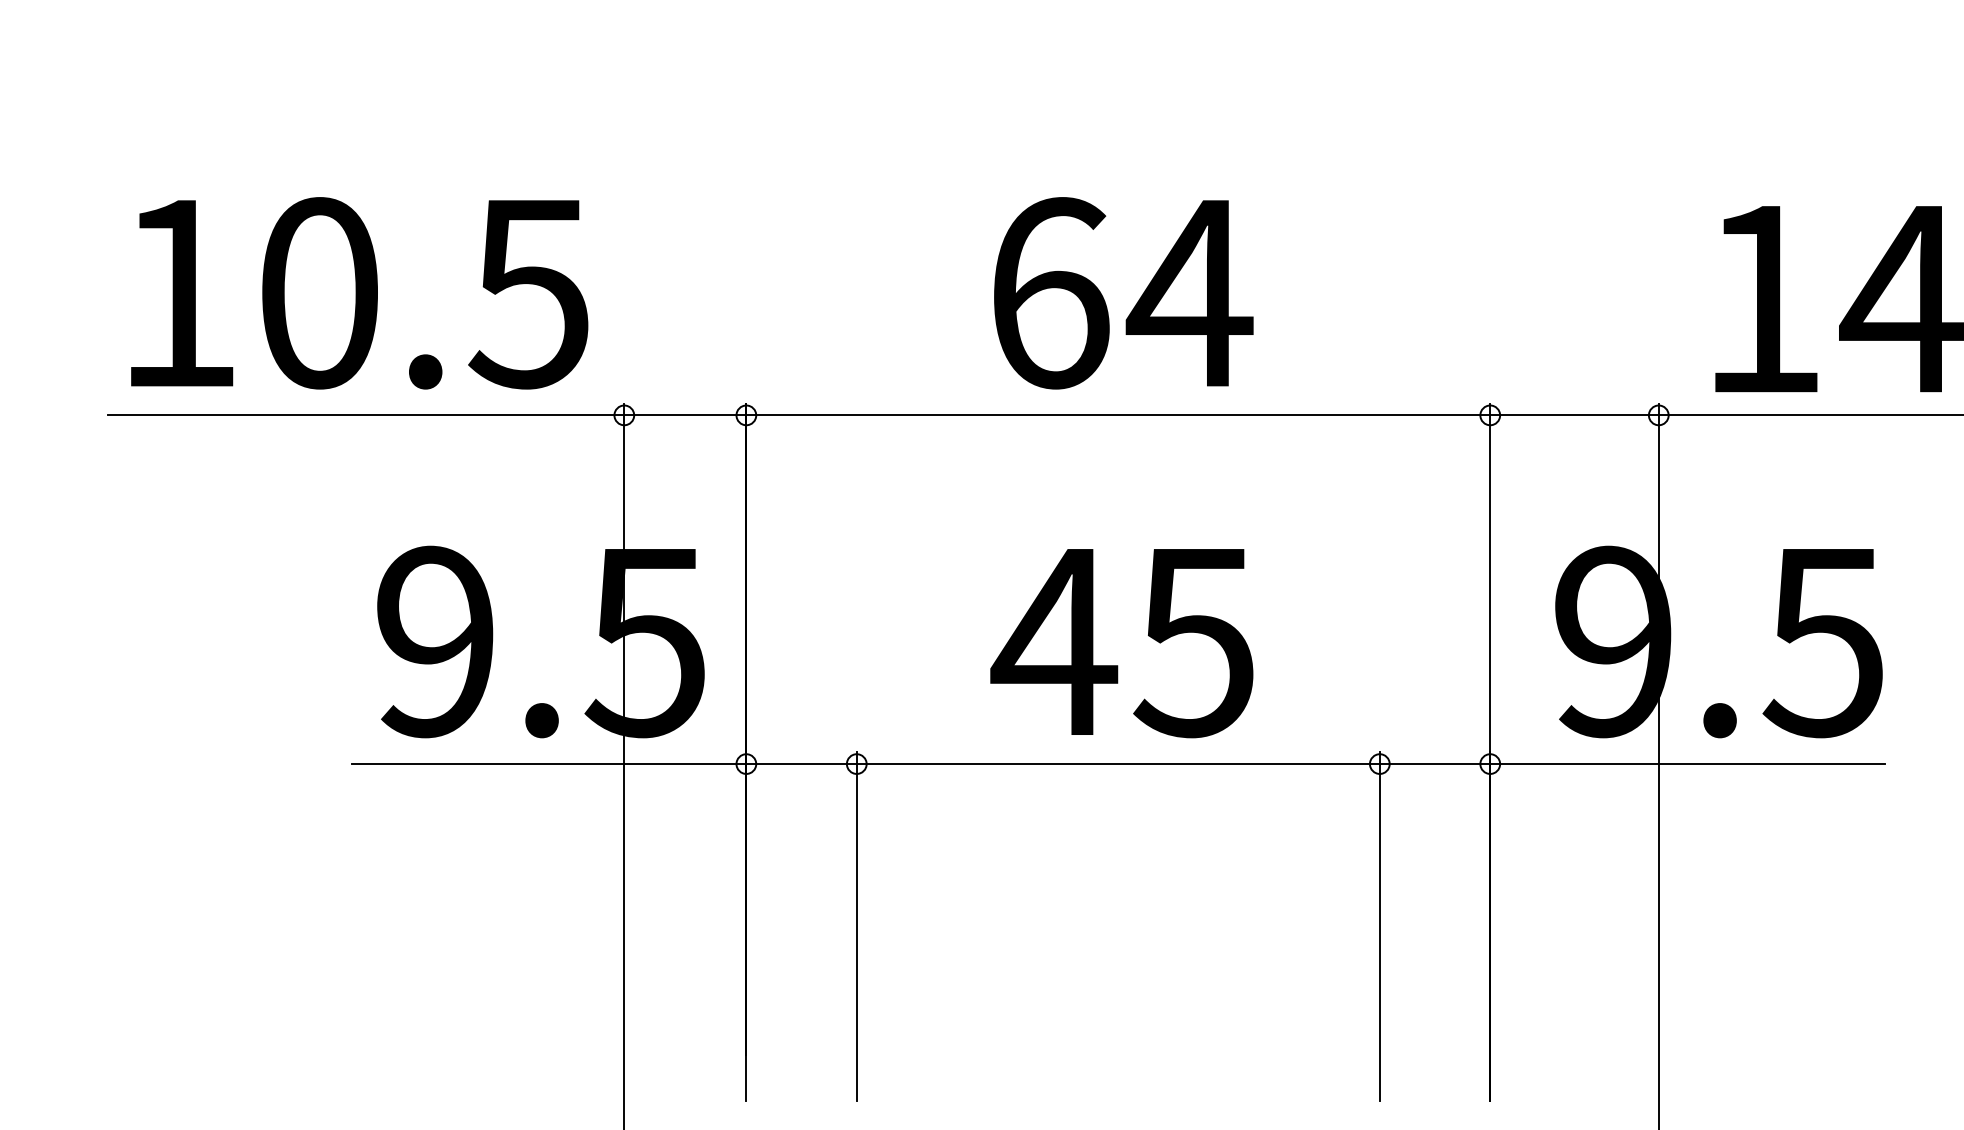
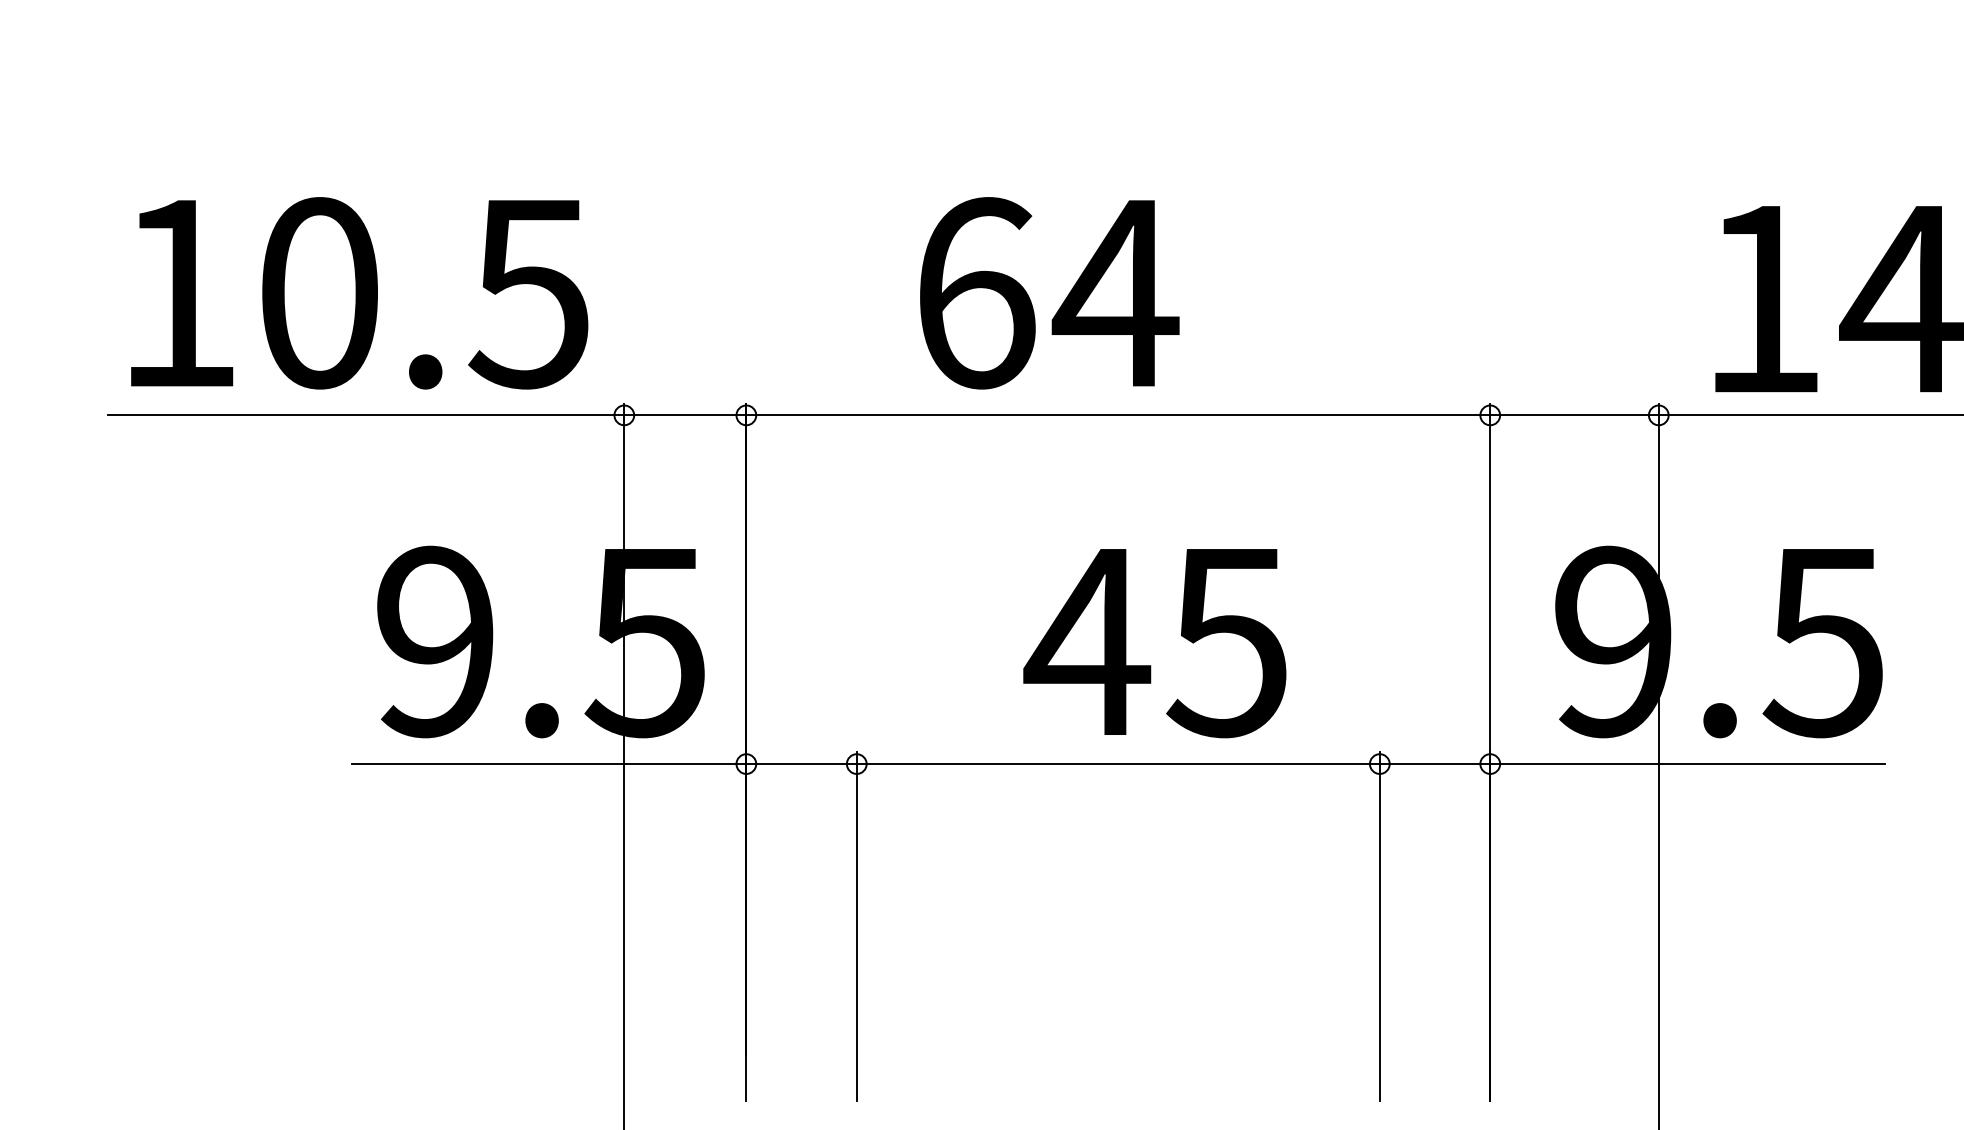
text at (1123, 293) position: (1123, 293) -> (1049, 293)
text at (1121, 643) position: (1121, 643) -> (1154, 643)
